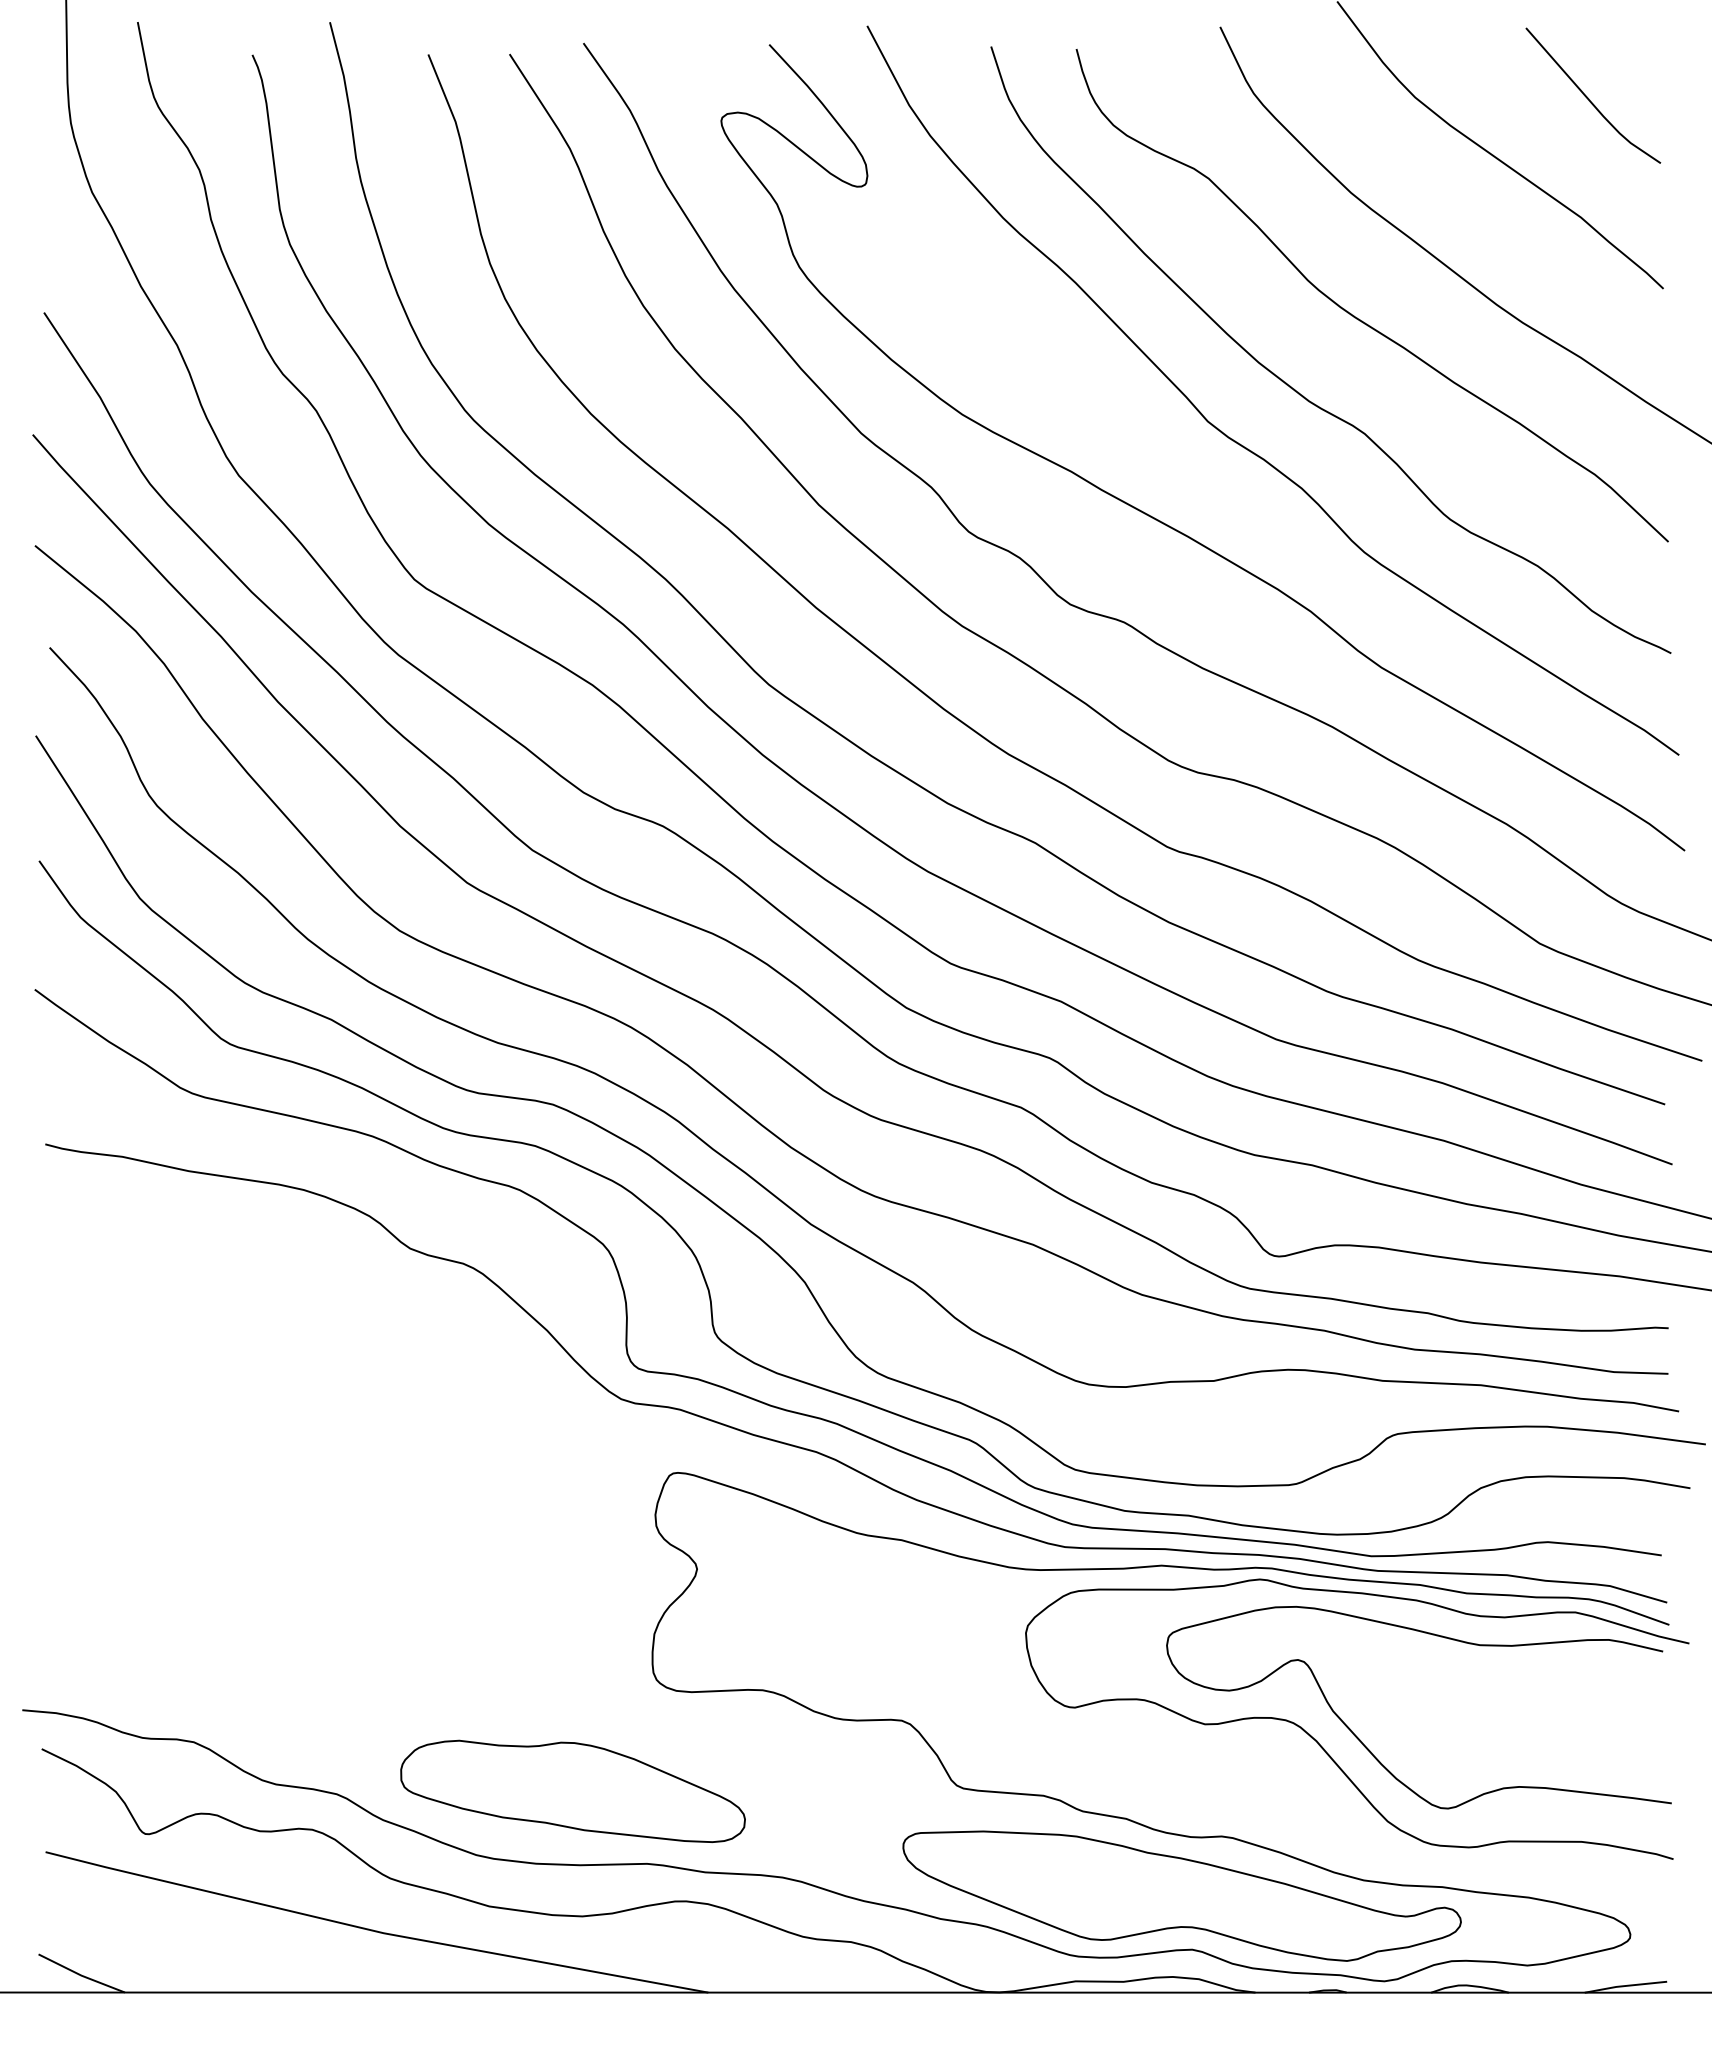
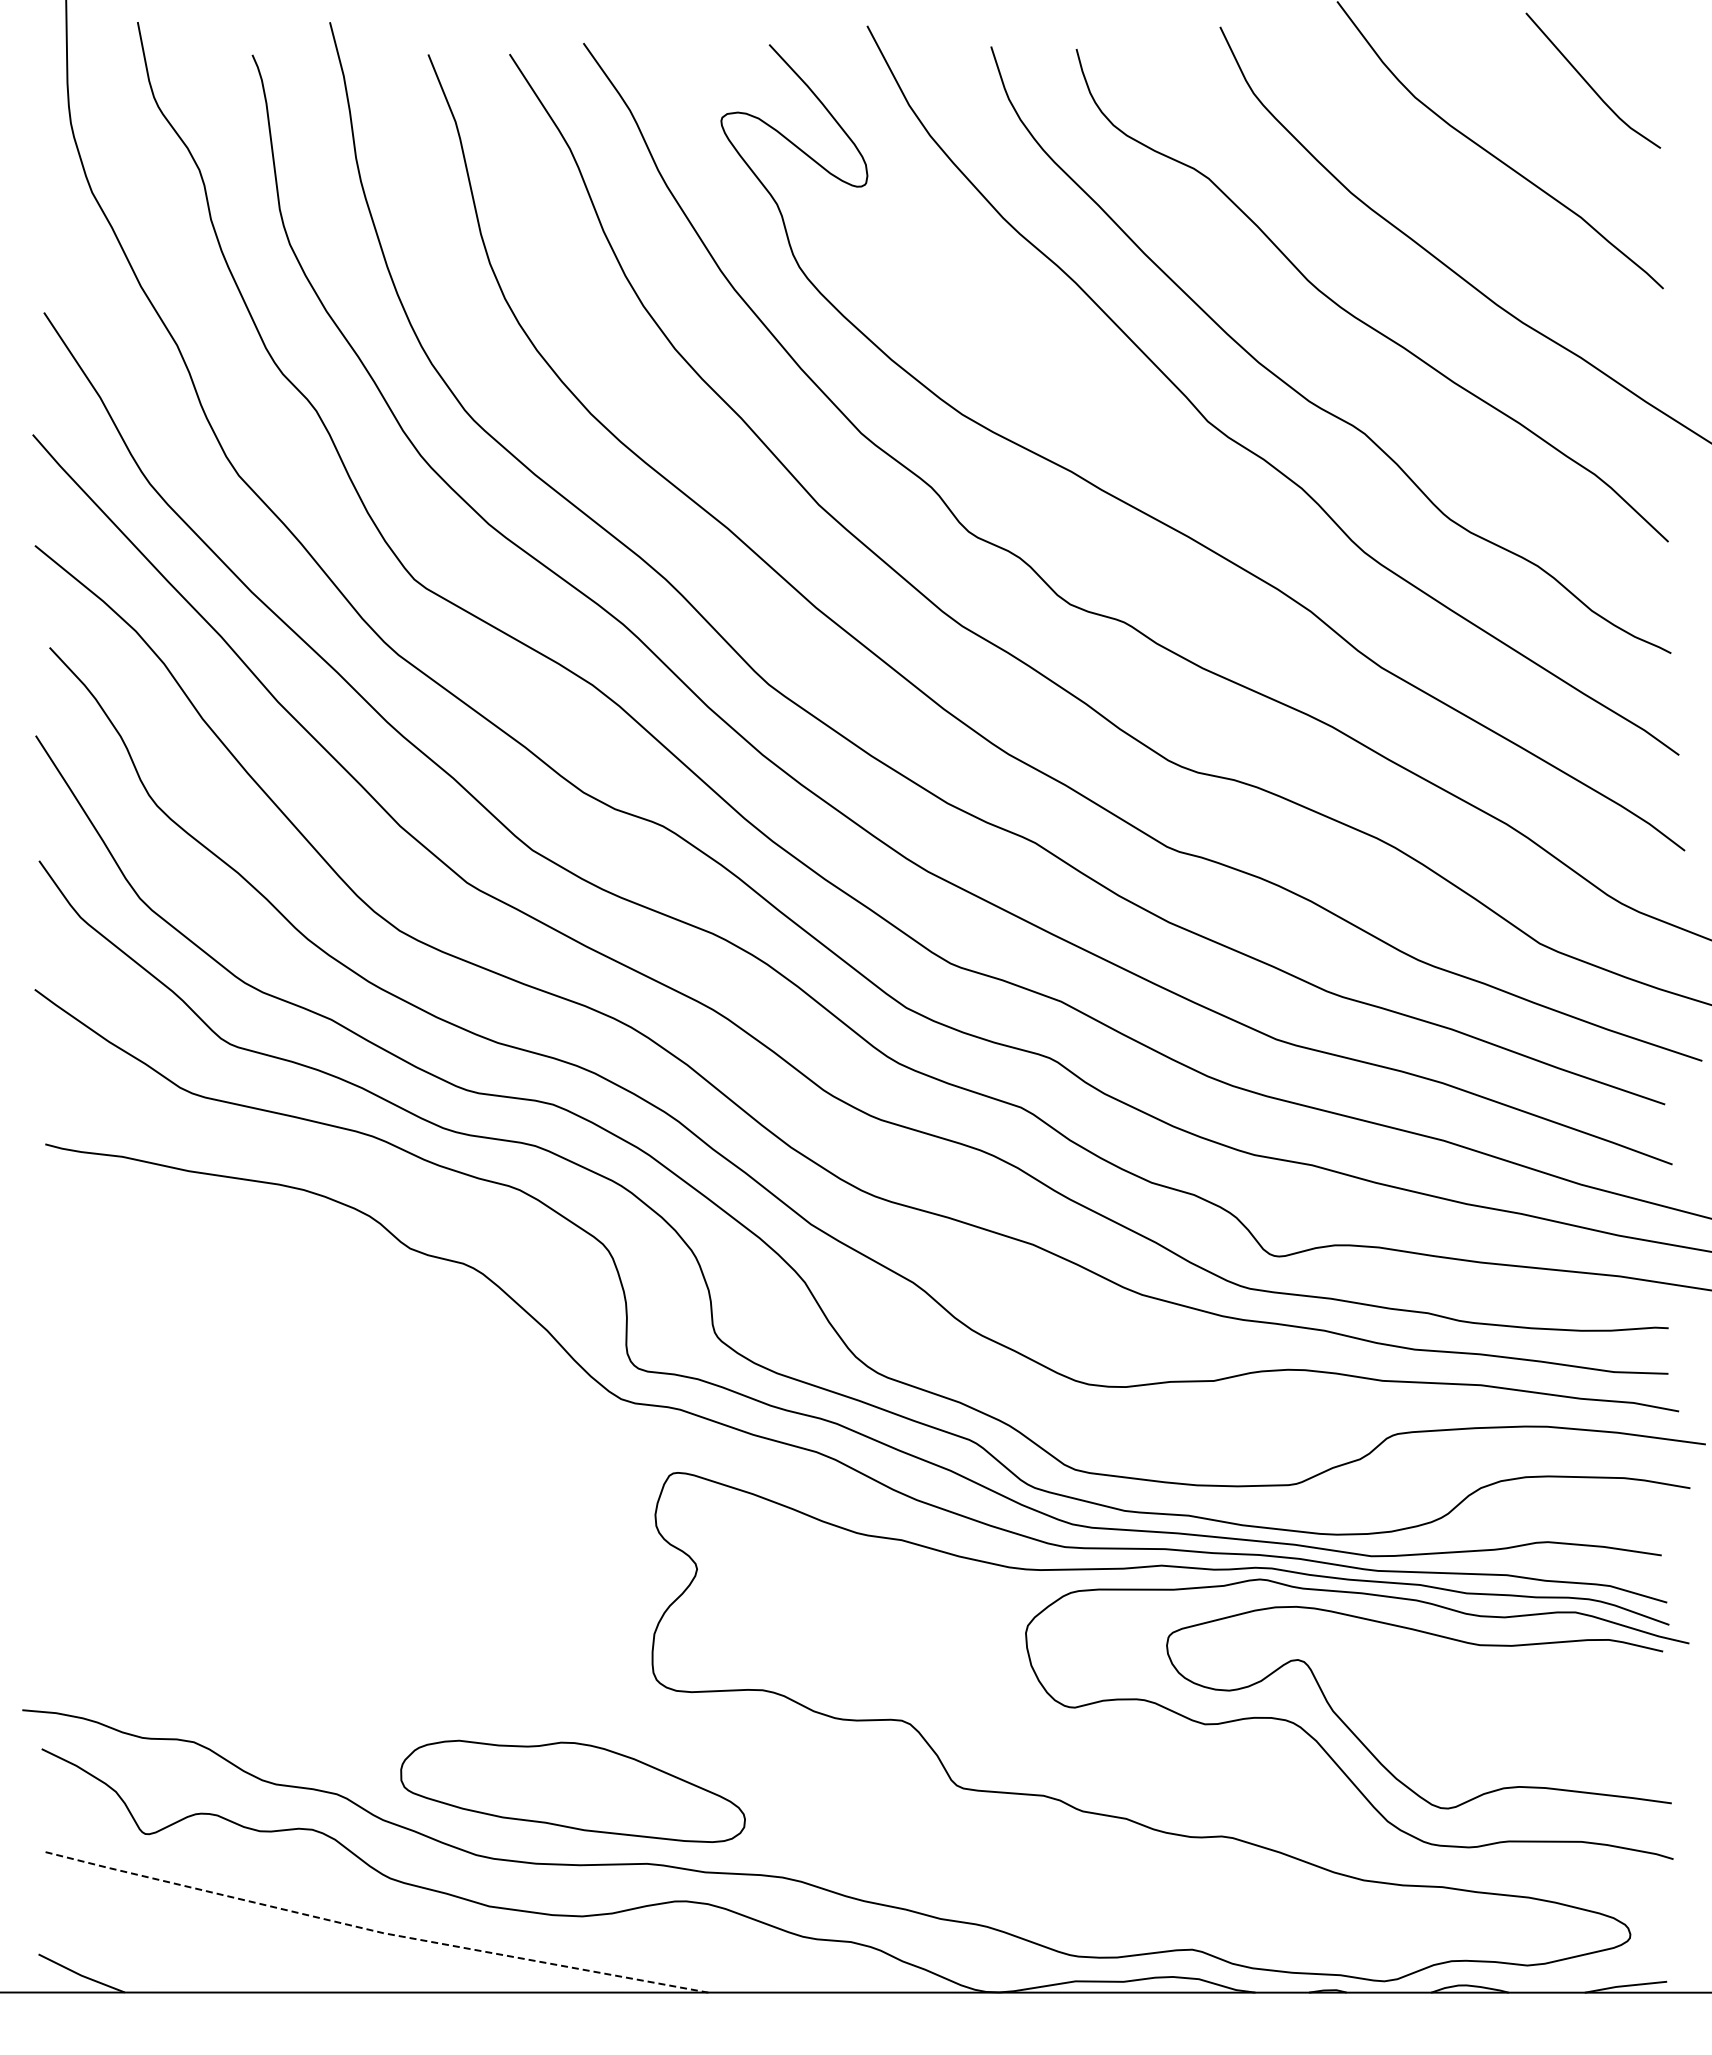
line at (1589, 98) position: (1589, 98) -> (1589, 83)
part at (1181, 1895): present -> none
line at (374, 1931): solid -> dashed
